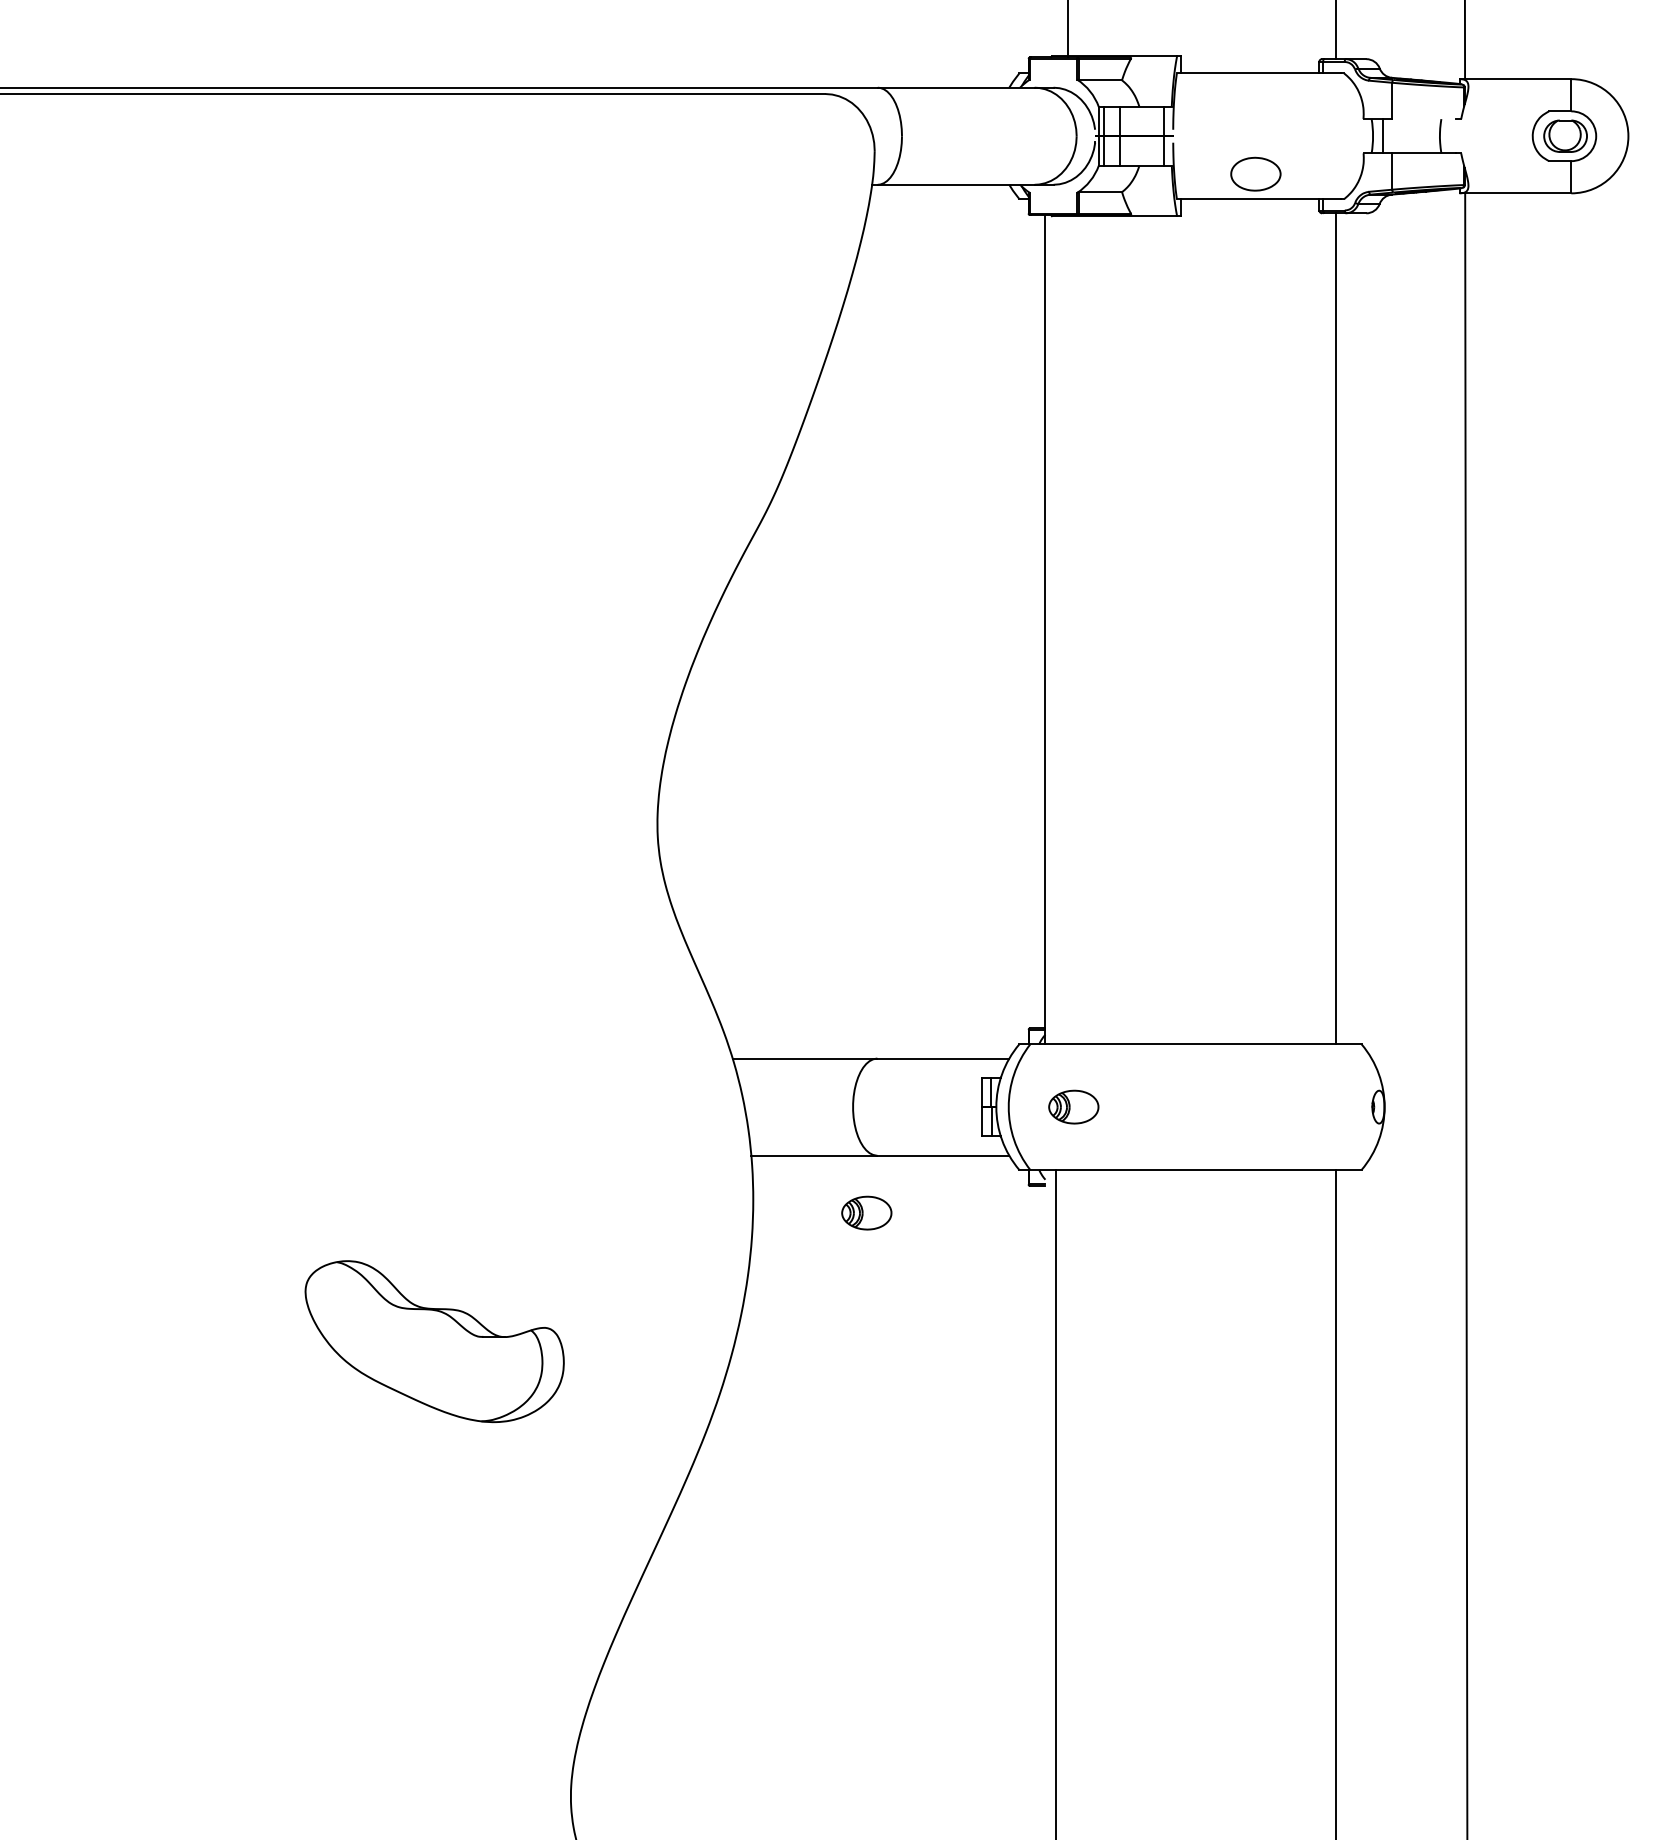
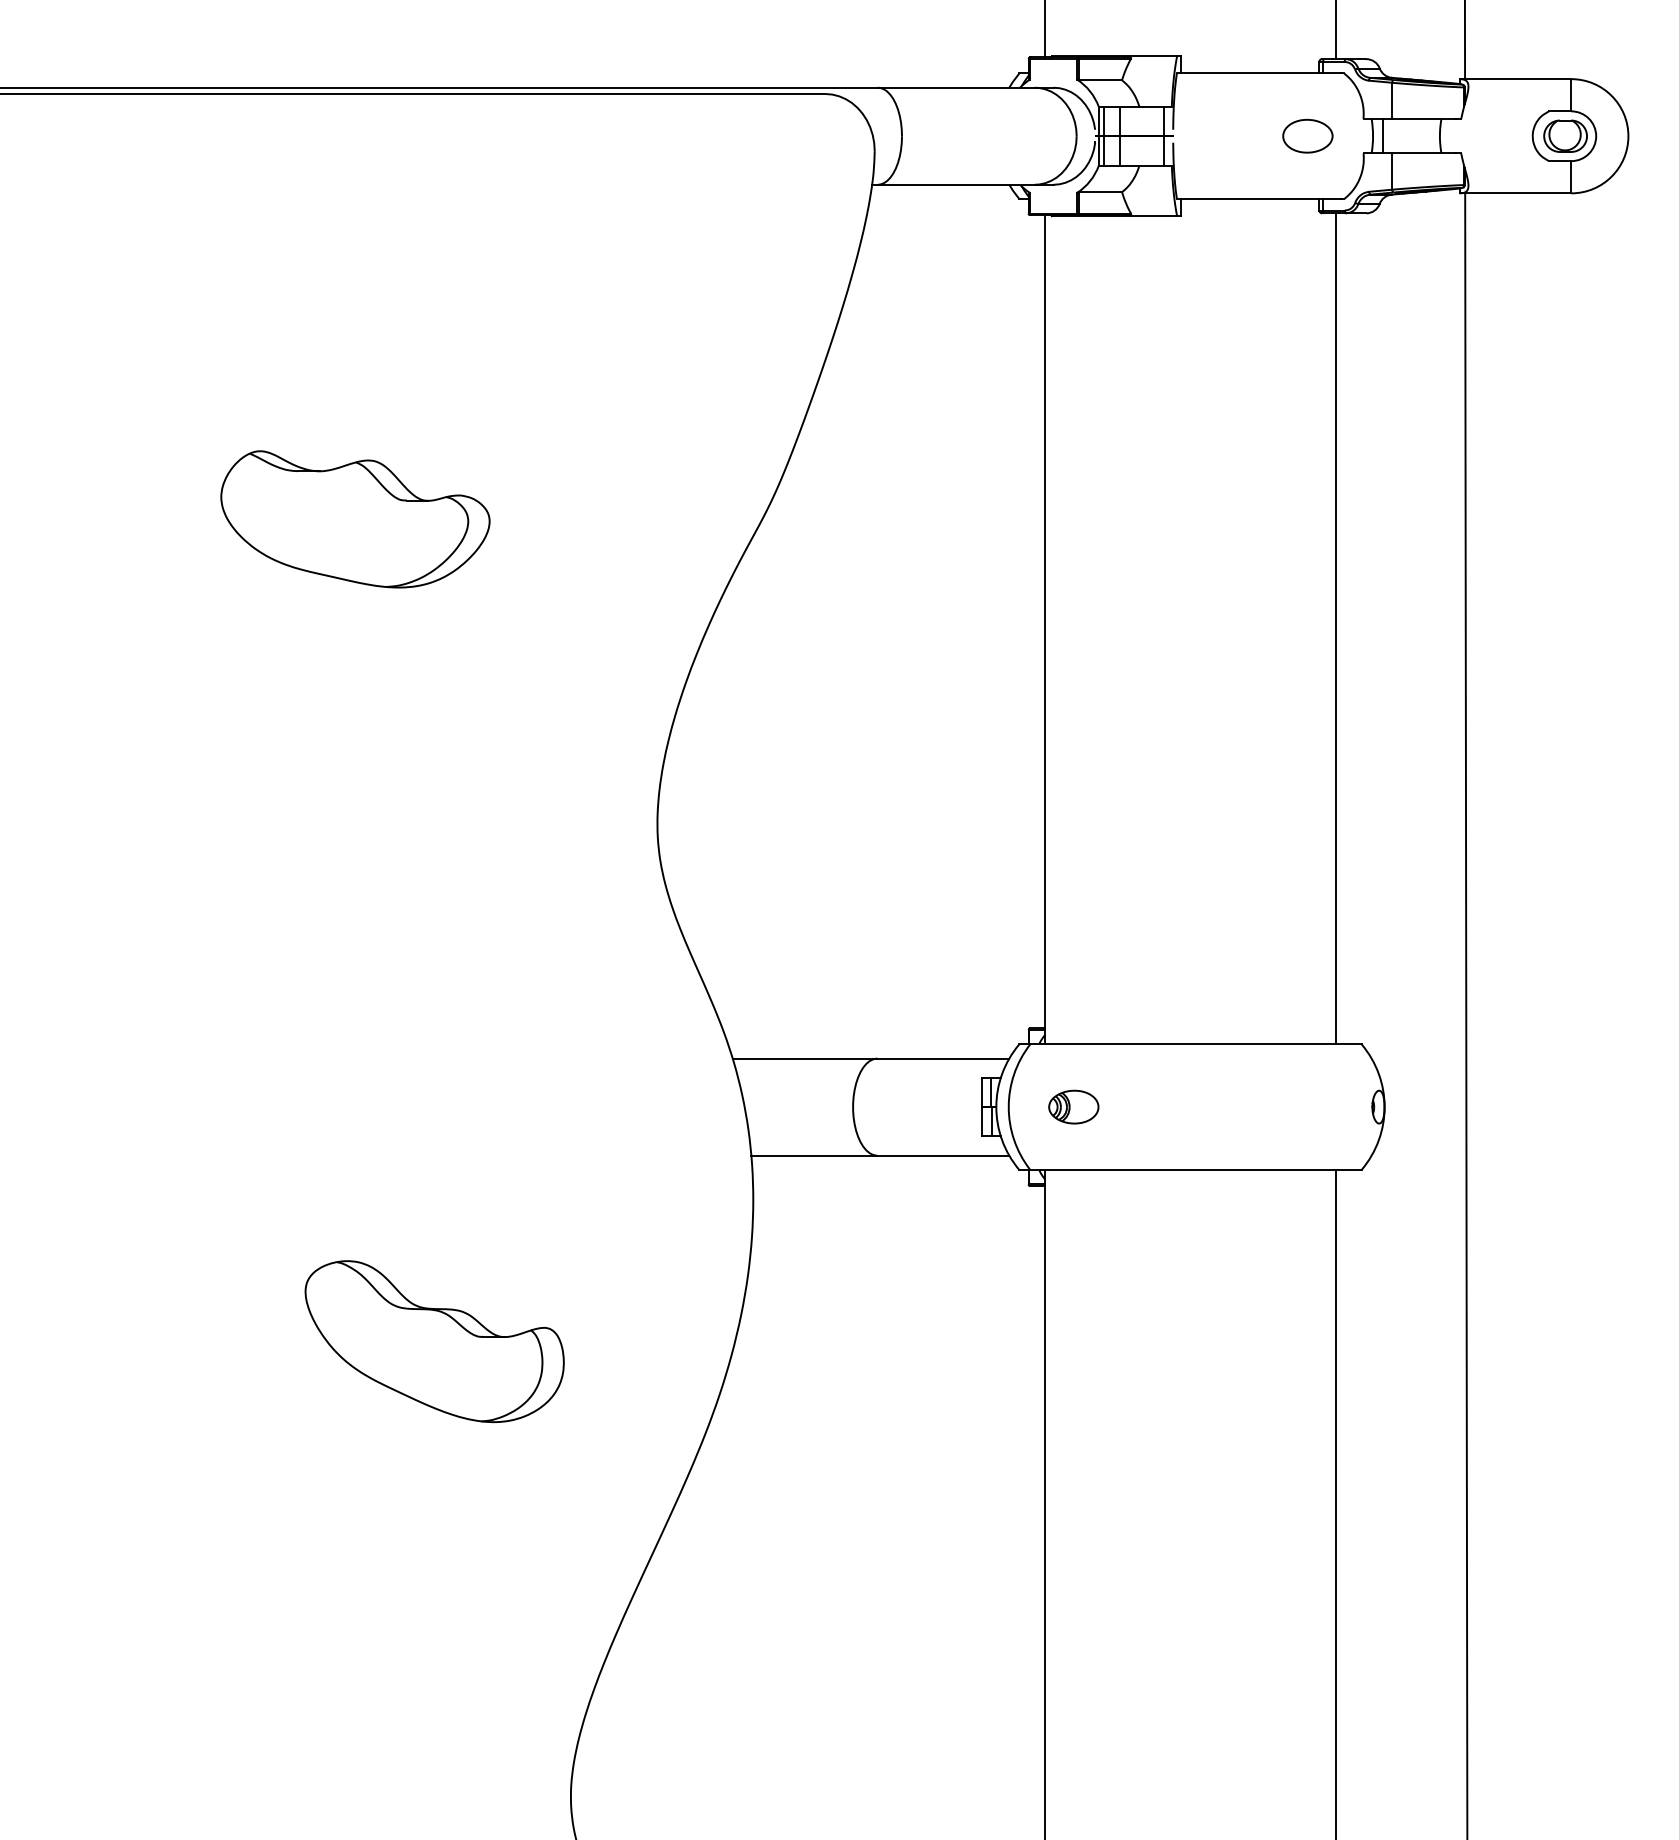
line at (1068, 29) position: (1068, 29) -> (1045, 29)
line at (1424, 119): none -> present
part at (1255, 173) position: (1255, 173) -> (1307, 135)
part at (355, 519): none -> present
part at (866, 1212): present -> none
line at (1056, 1502) position: (1056, 1502) -> (1045, 1502)
